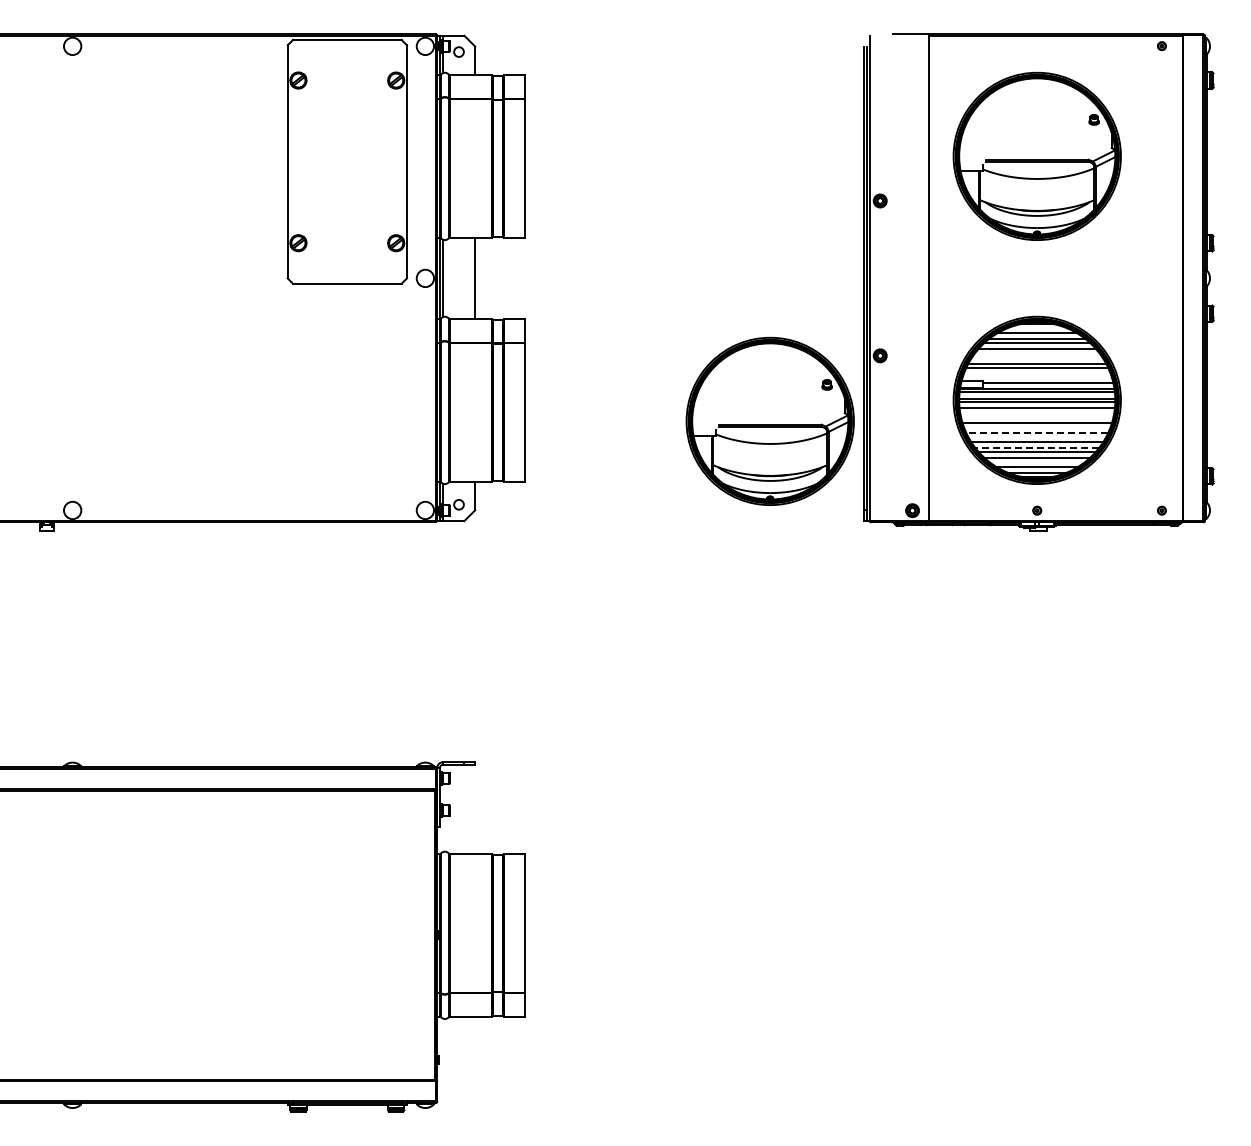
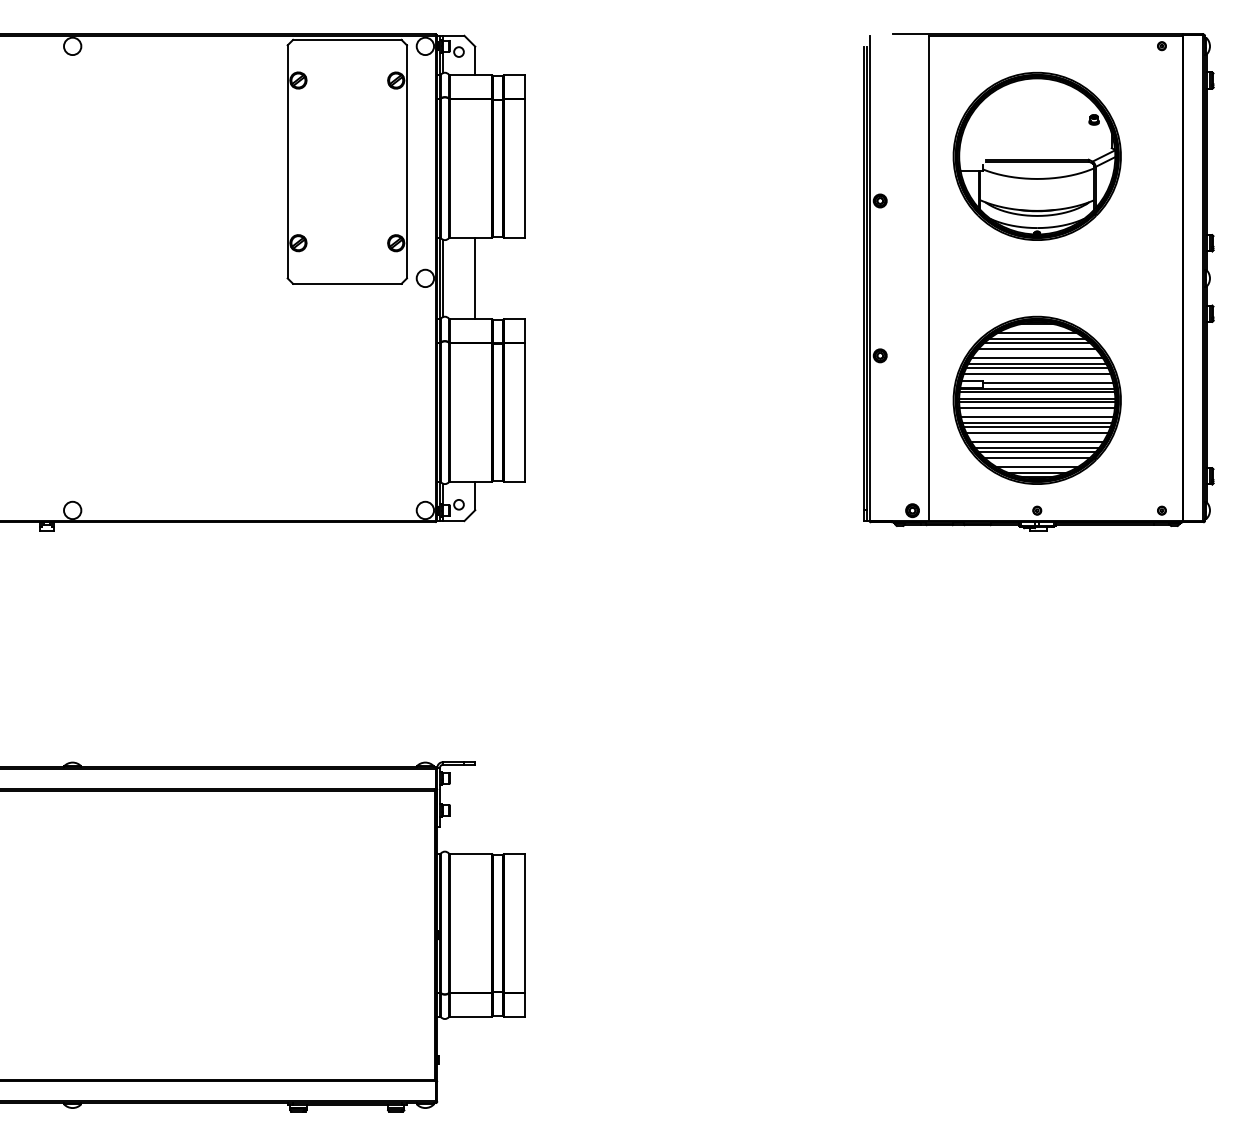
line at (1036, 357): none -> present
line at (1036, 374): none -> present
line at (1036, 416): none -> present
part at (769, 420): present -> none
line at (1036, 427): none -> present
line at (1037, 433): dashed -> solid
line at (1037, 447): dashed -> solid
